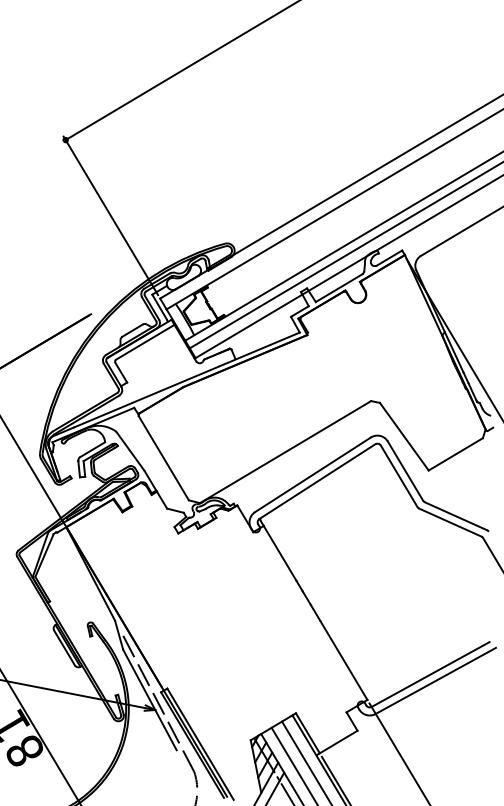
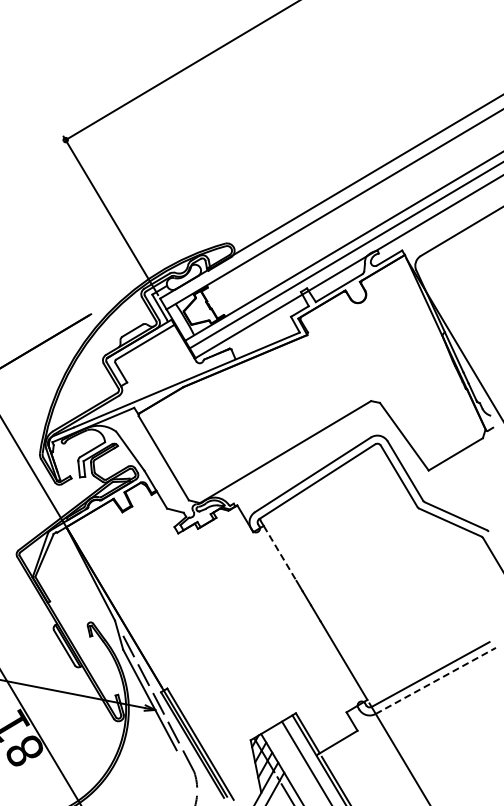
line at (280, 553): solid -> dashed
line at (435, 680): solid -> dashed
line at (293, 764): present -> none
